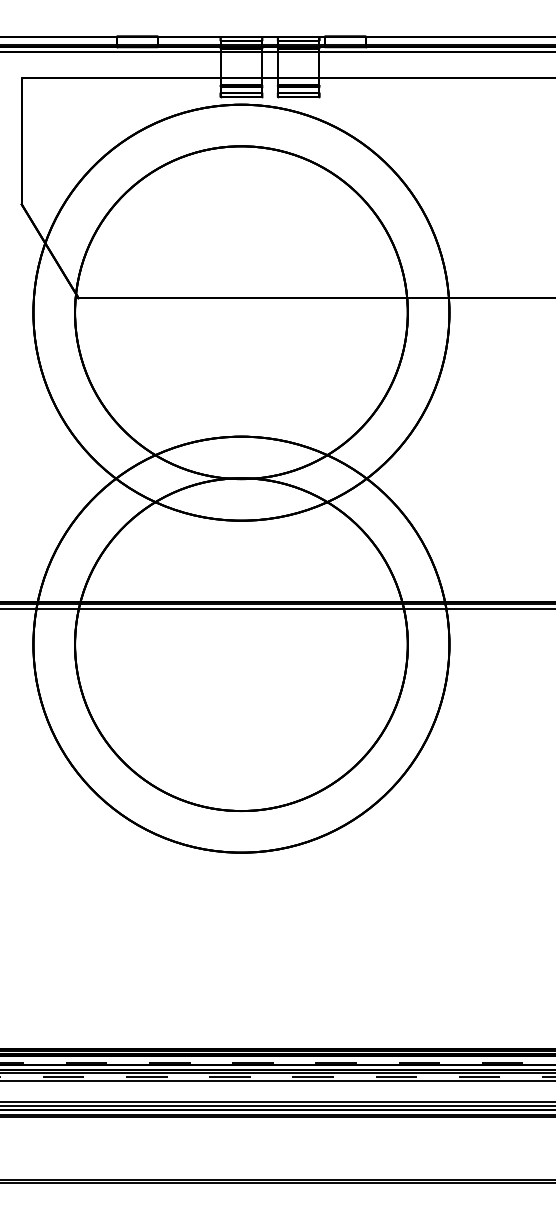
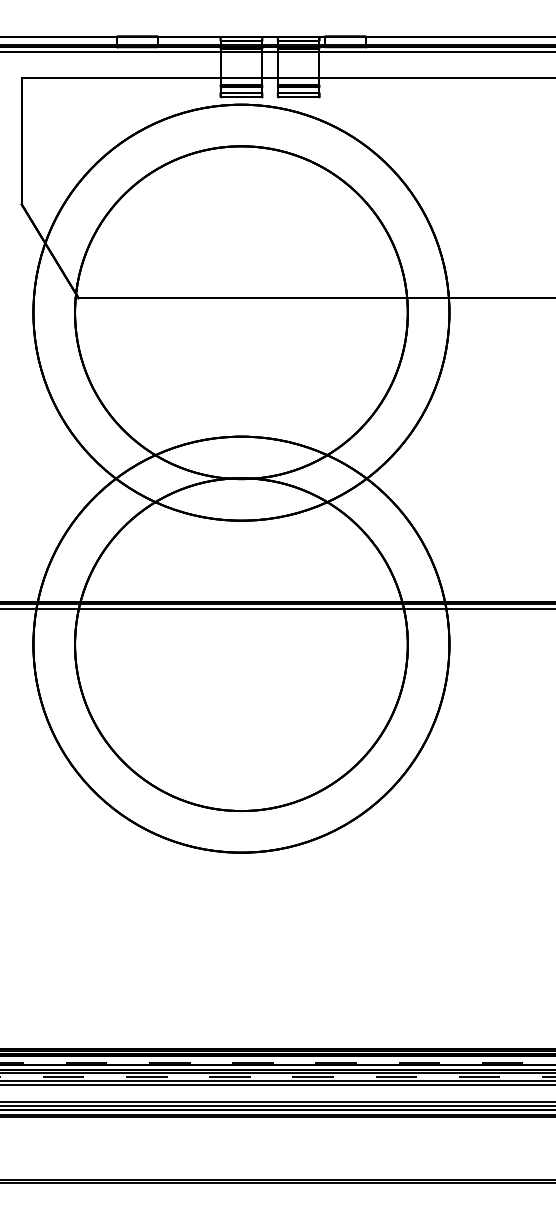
line at (277, 1085): none -> present
